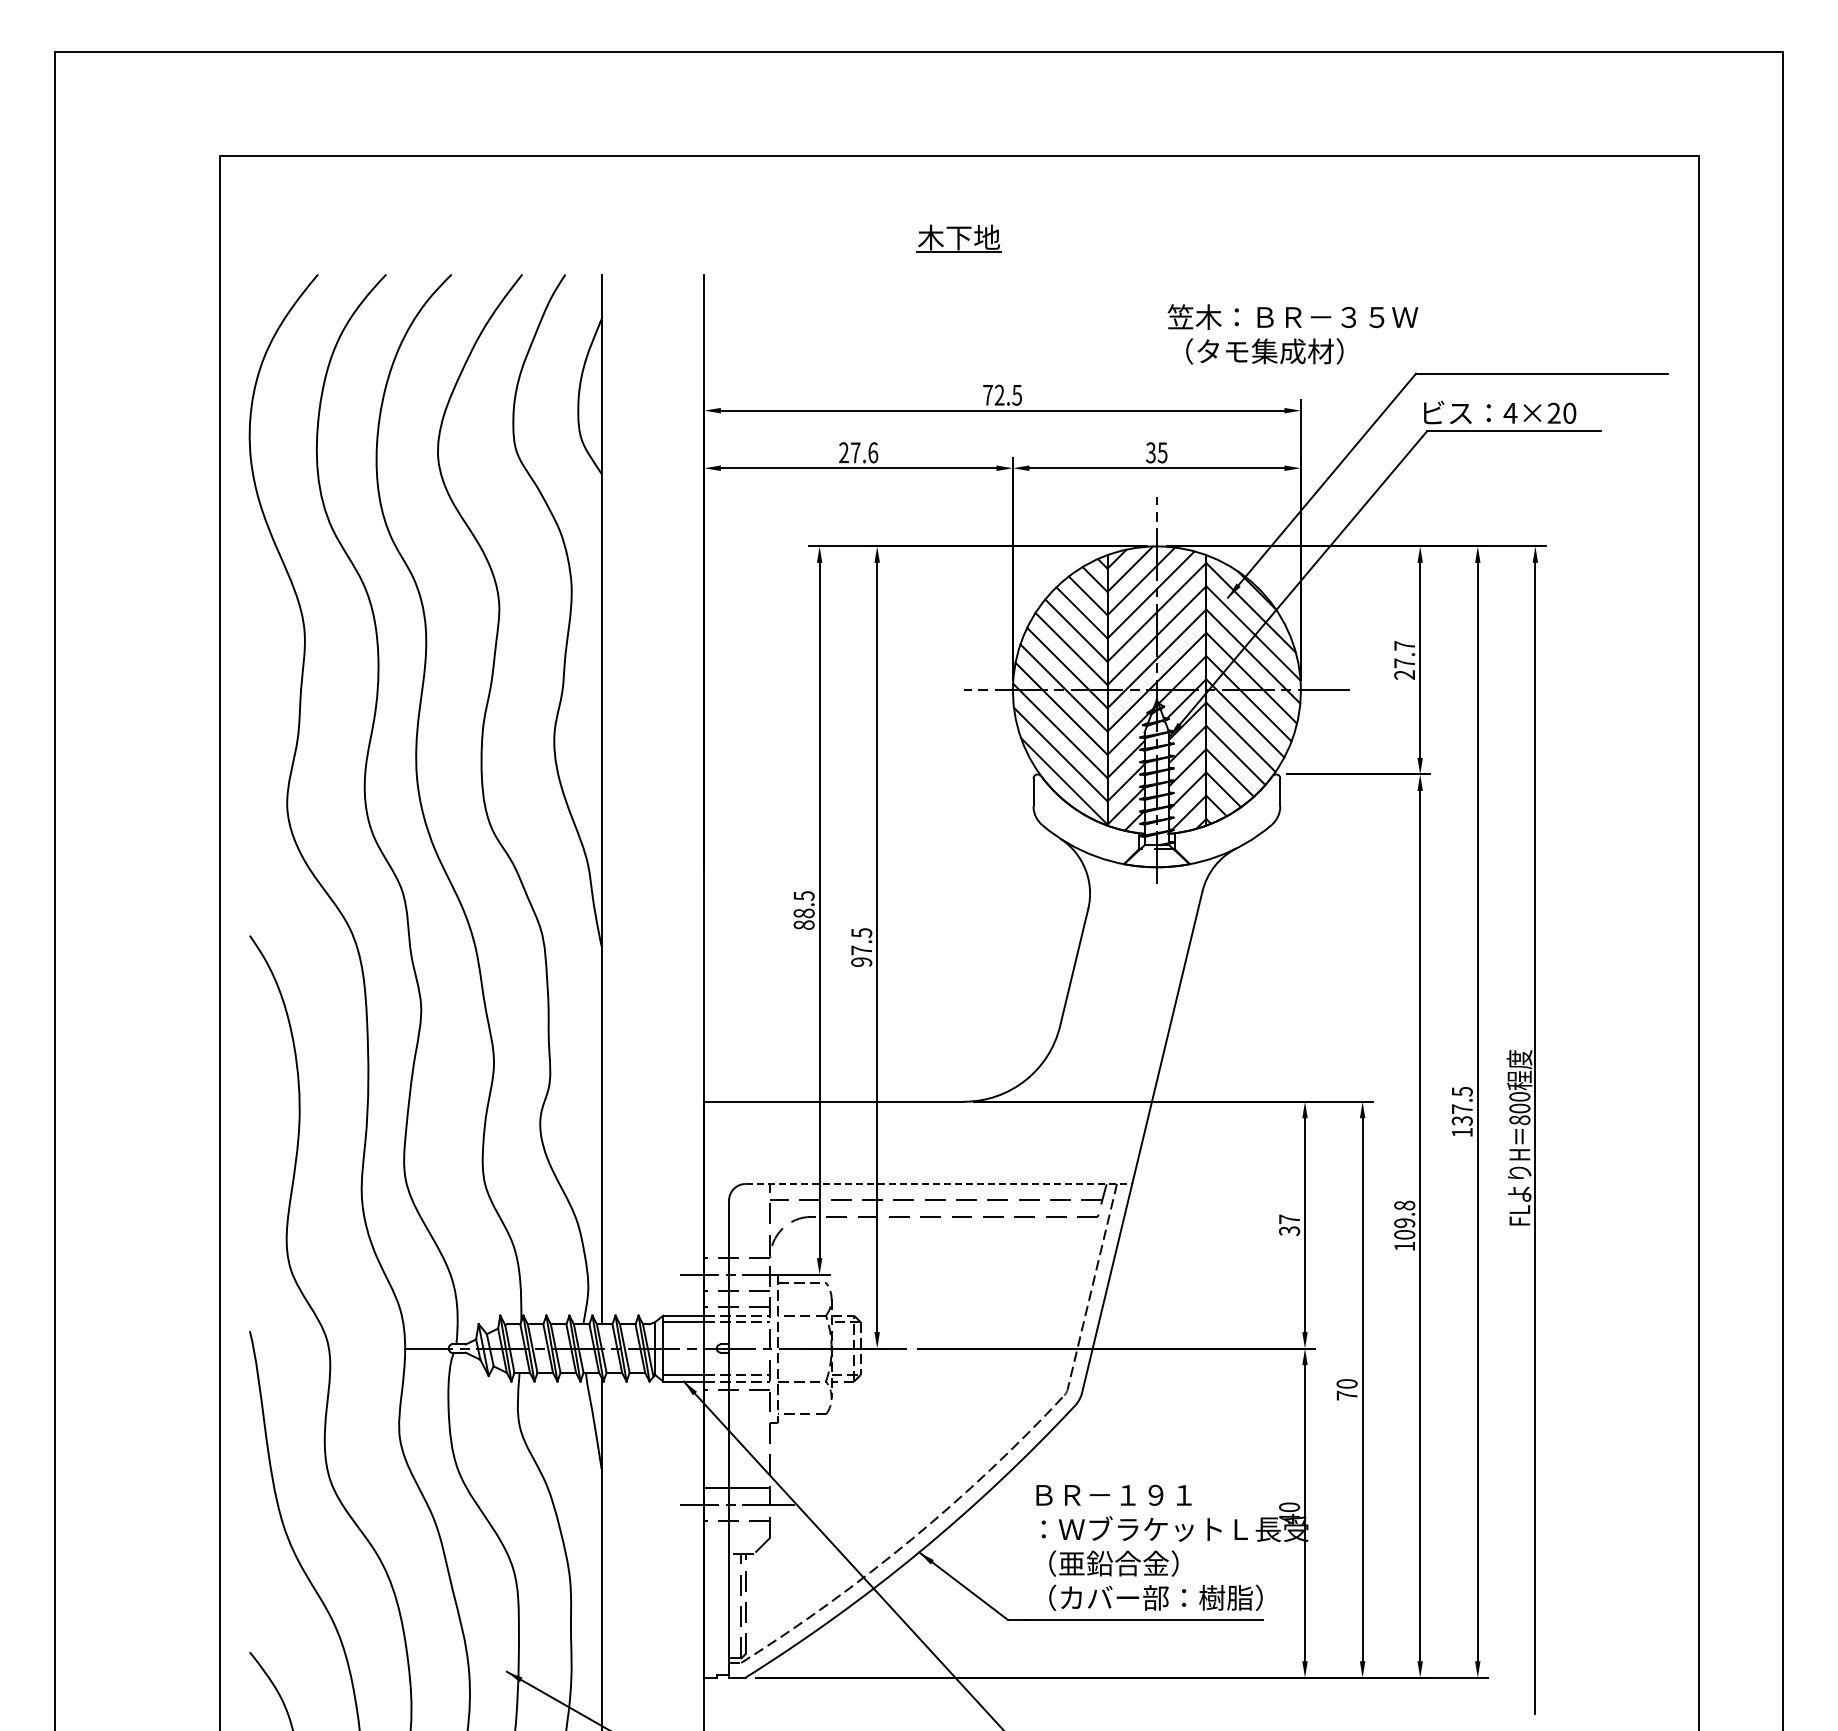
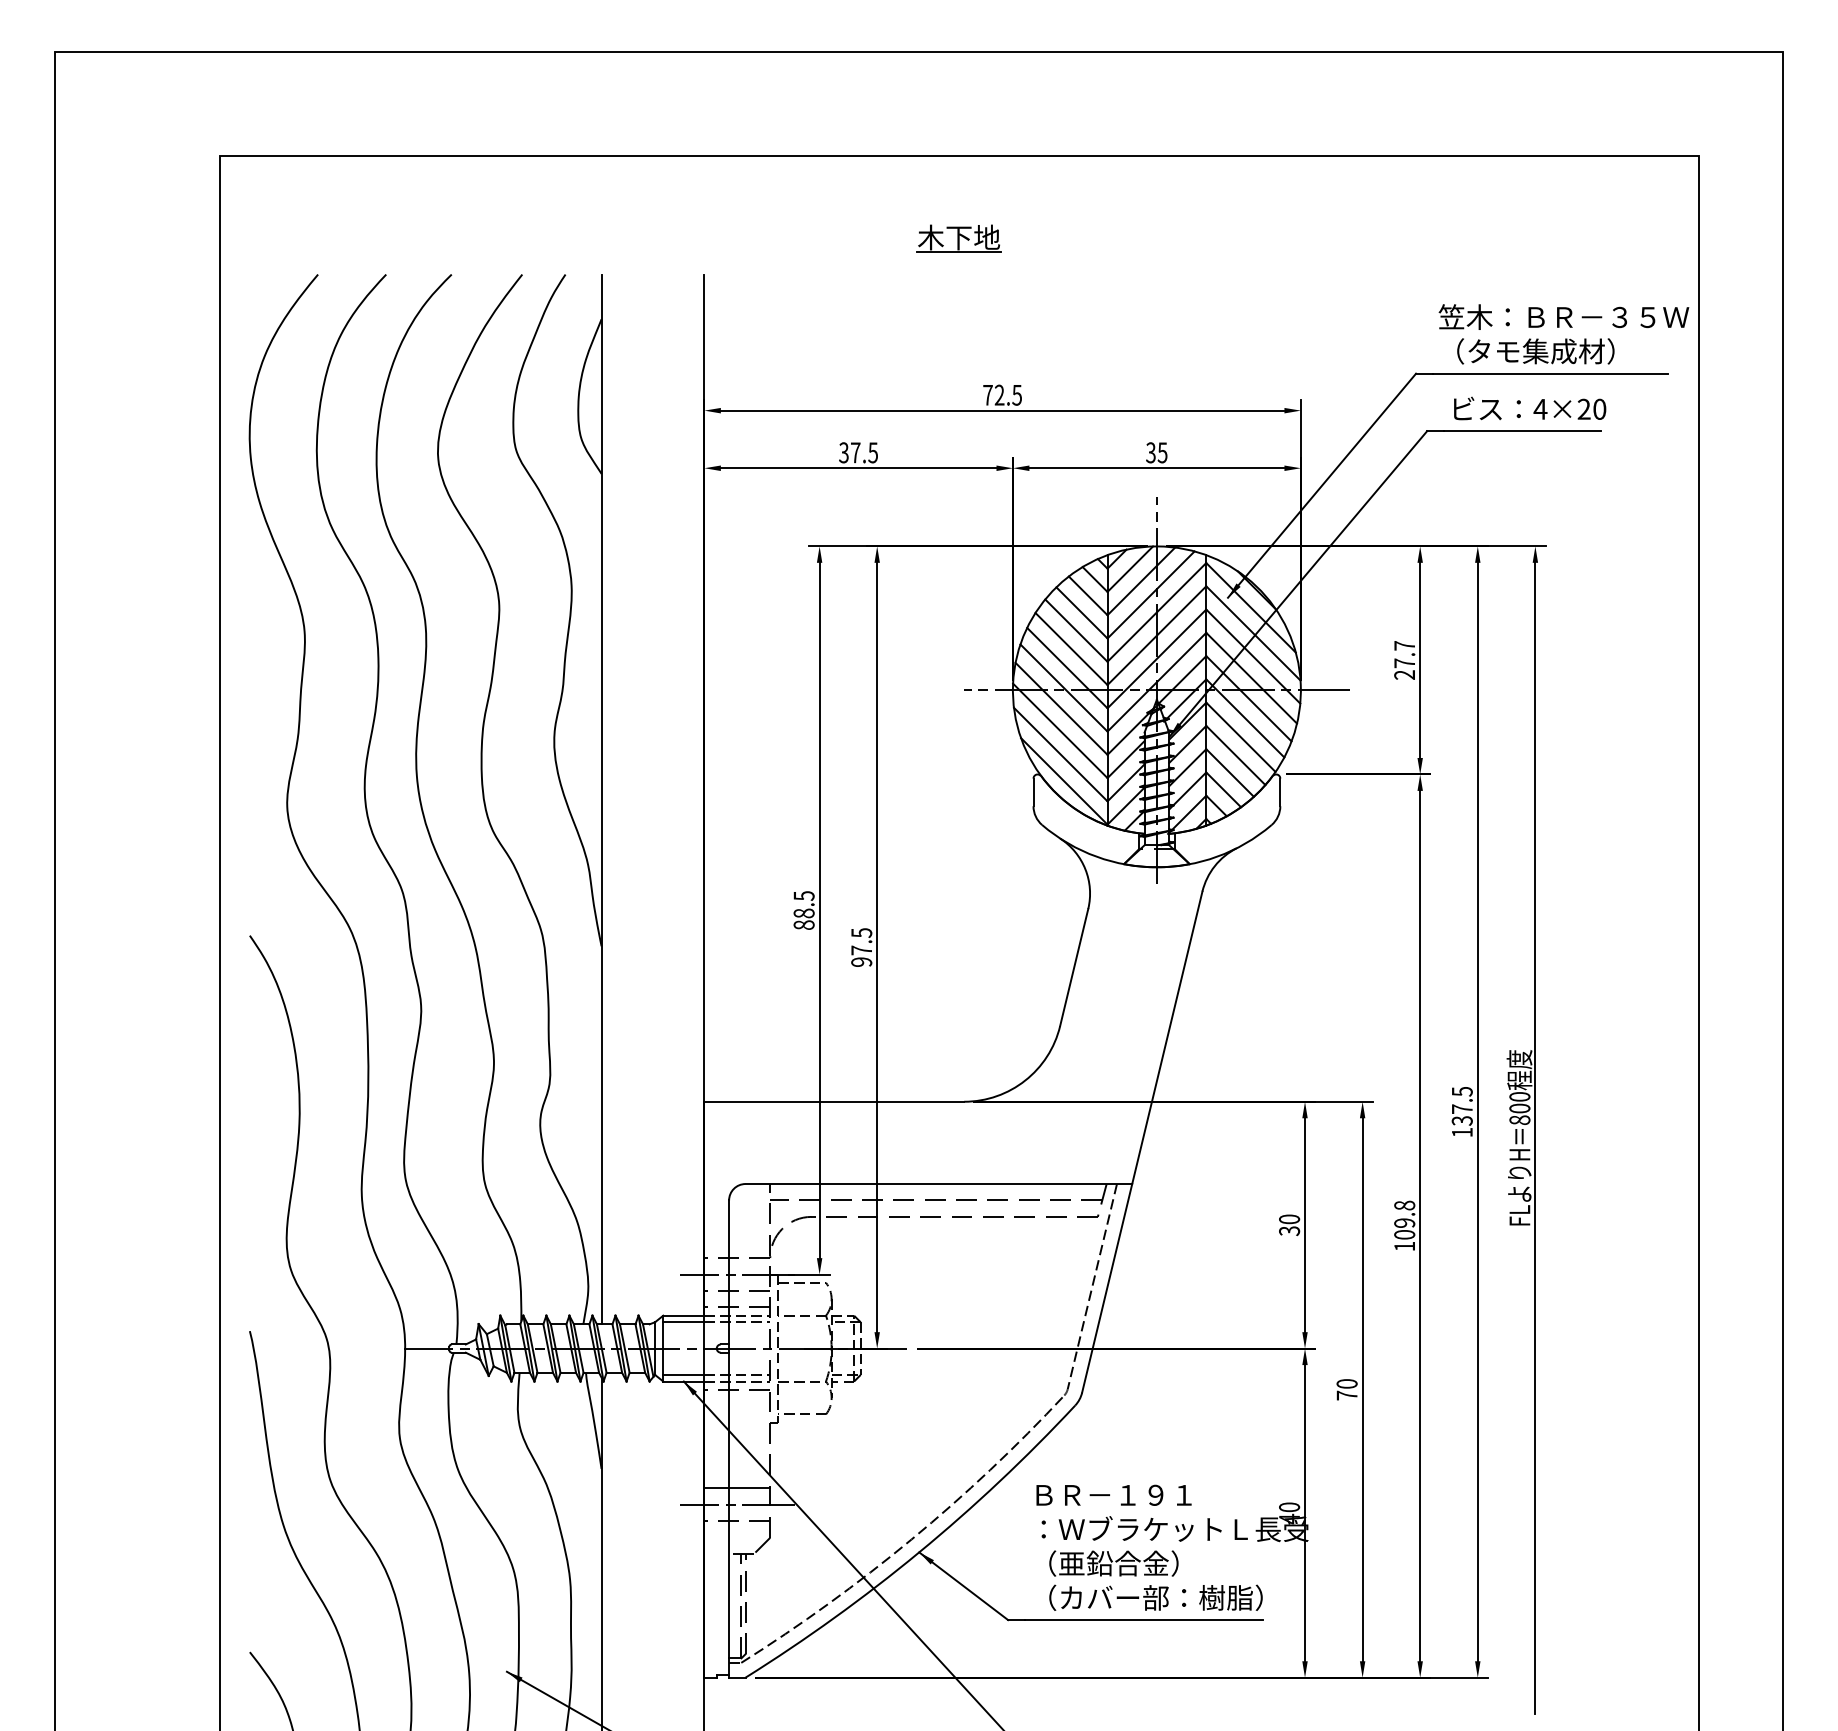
text at (1292, 334) position: (1292, 334) -> (1563, 334)
text at (1500, 412) position: (1500, 412) -> (1530, 408)
text at (858, 452): 27.6 -> 37.5
line at (939, 1184): dashed -> solid
text at (1289, 1219): 37 -> 30
